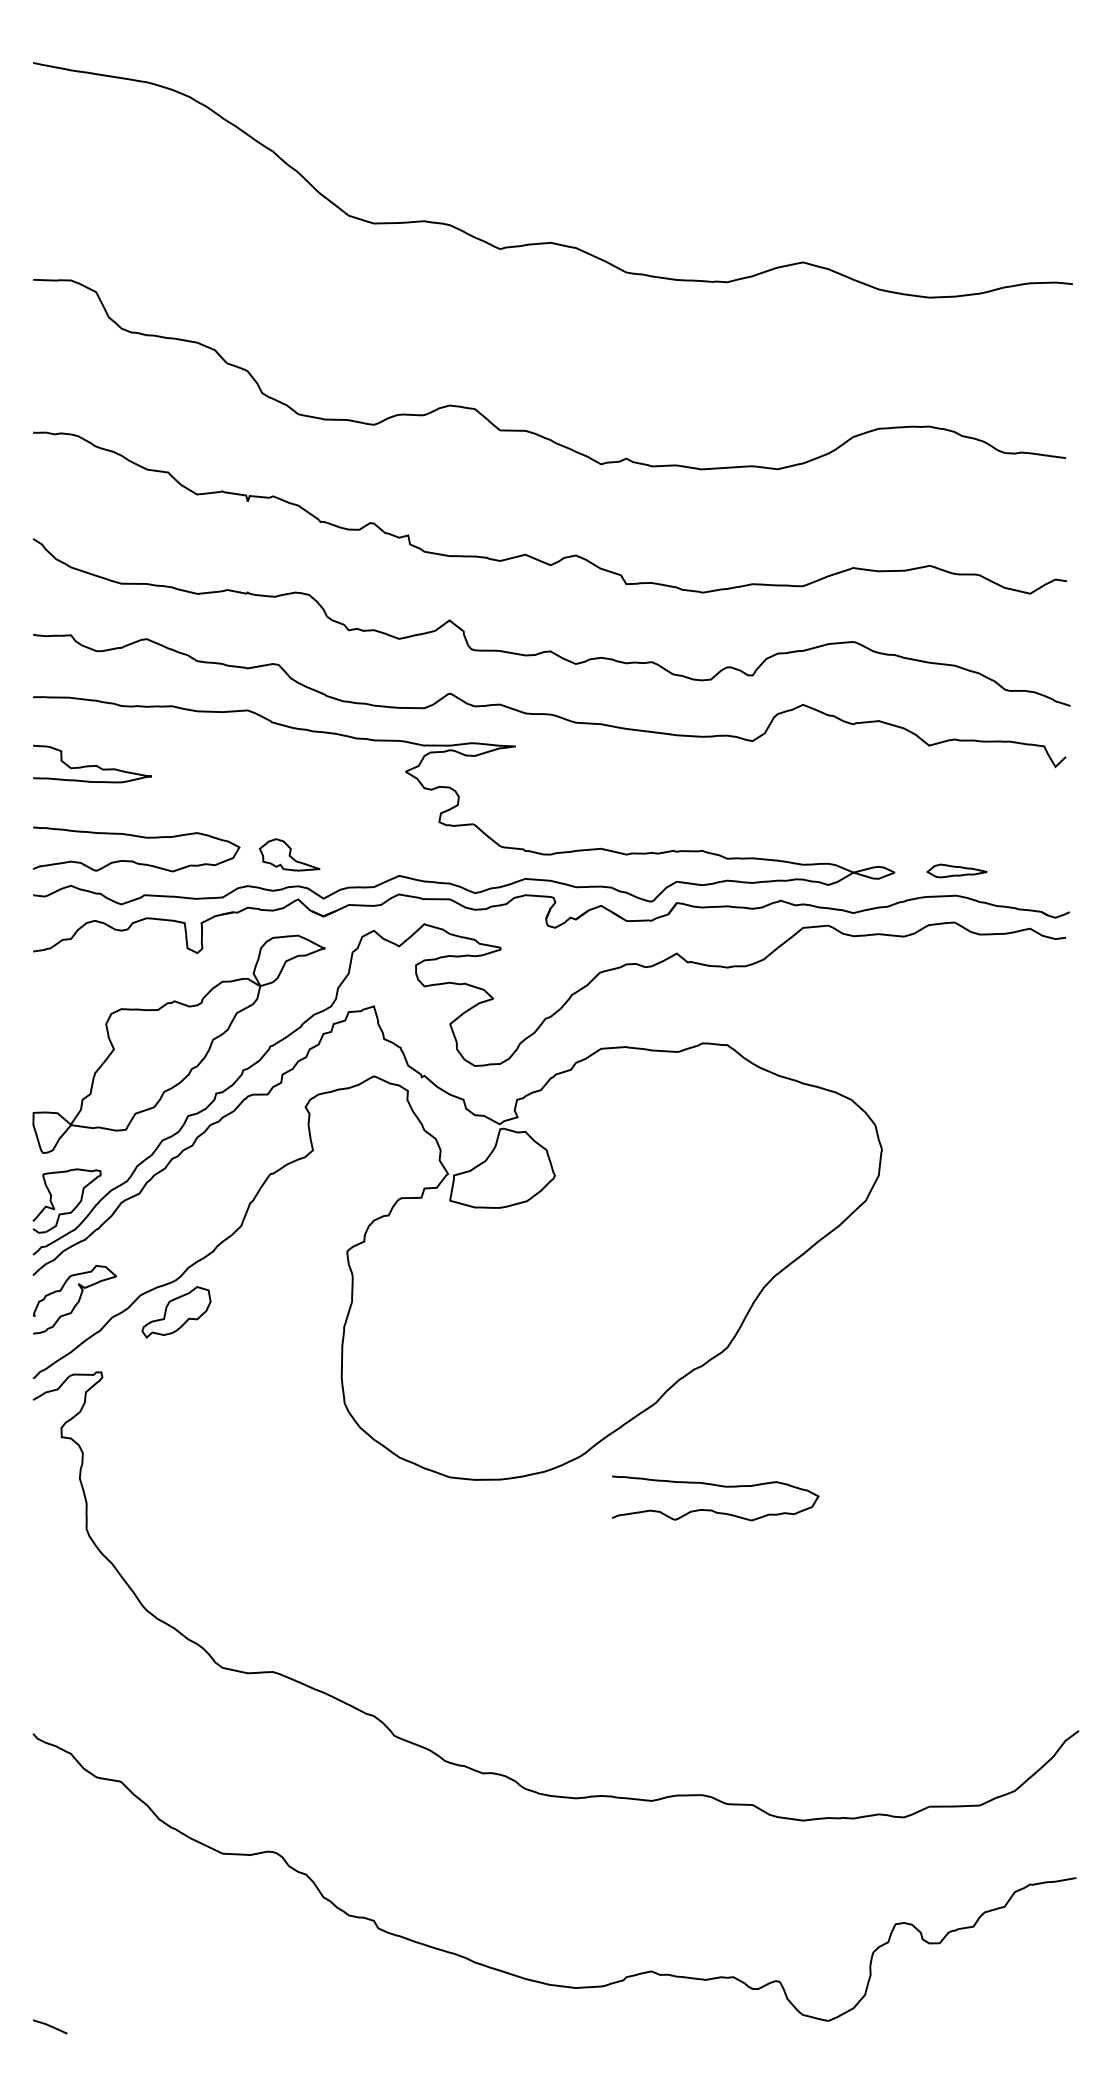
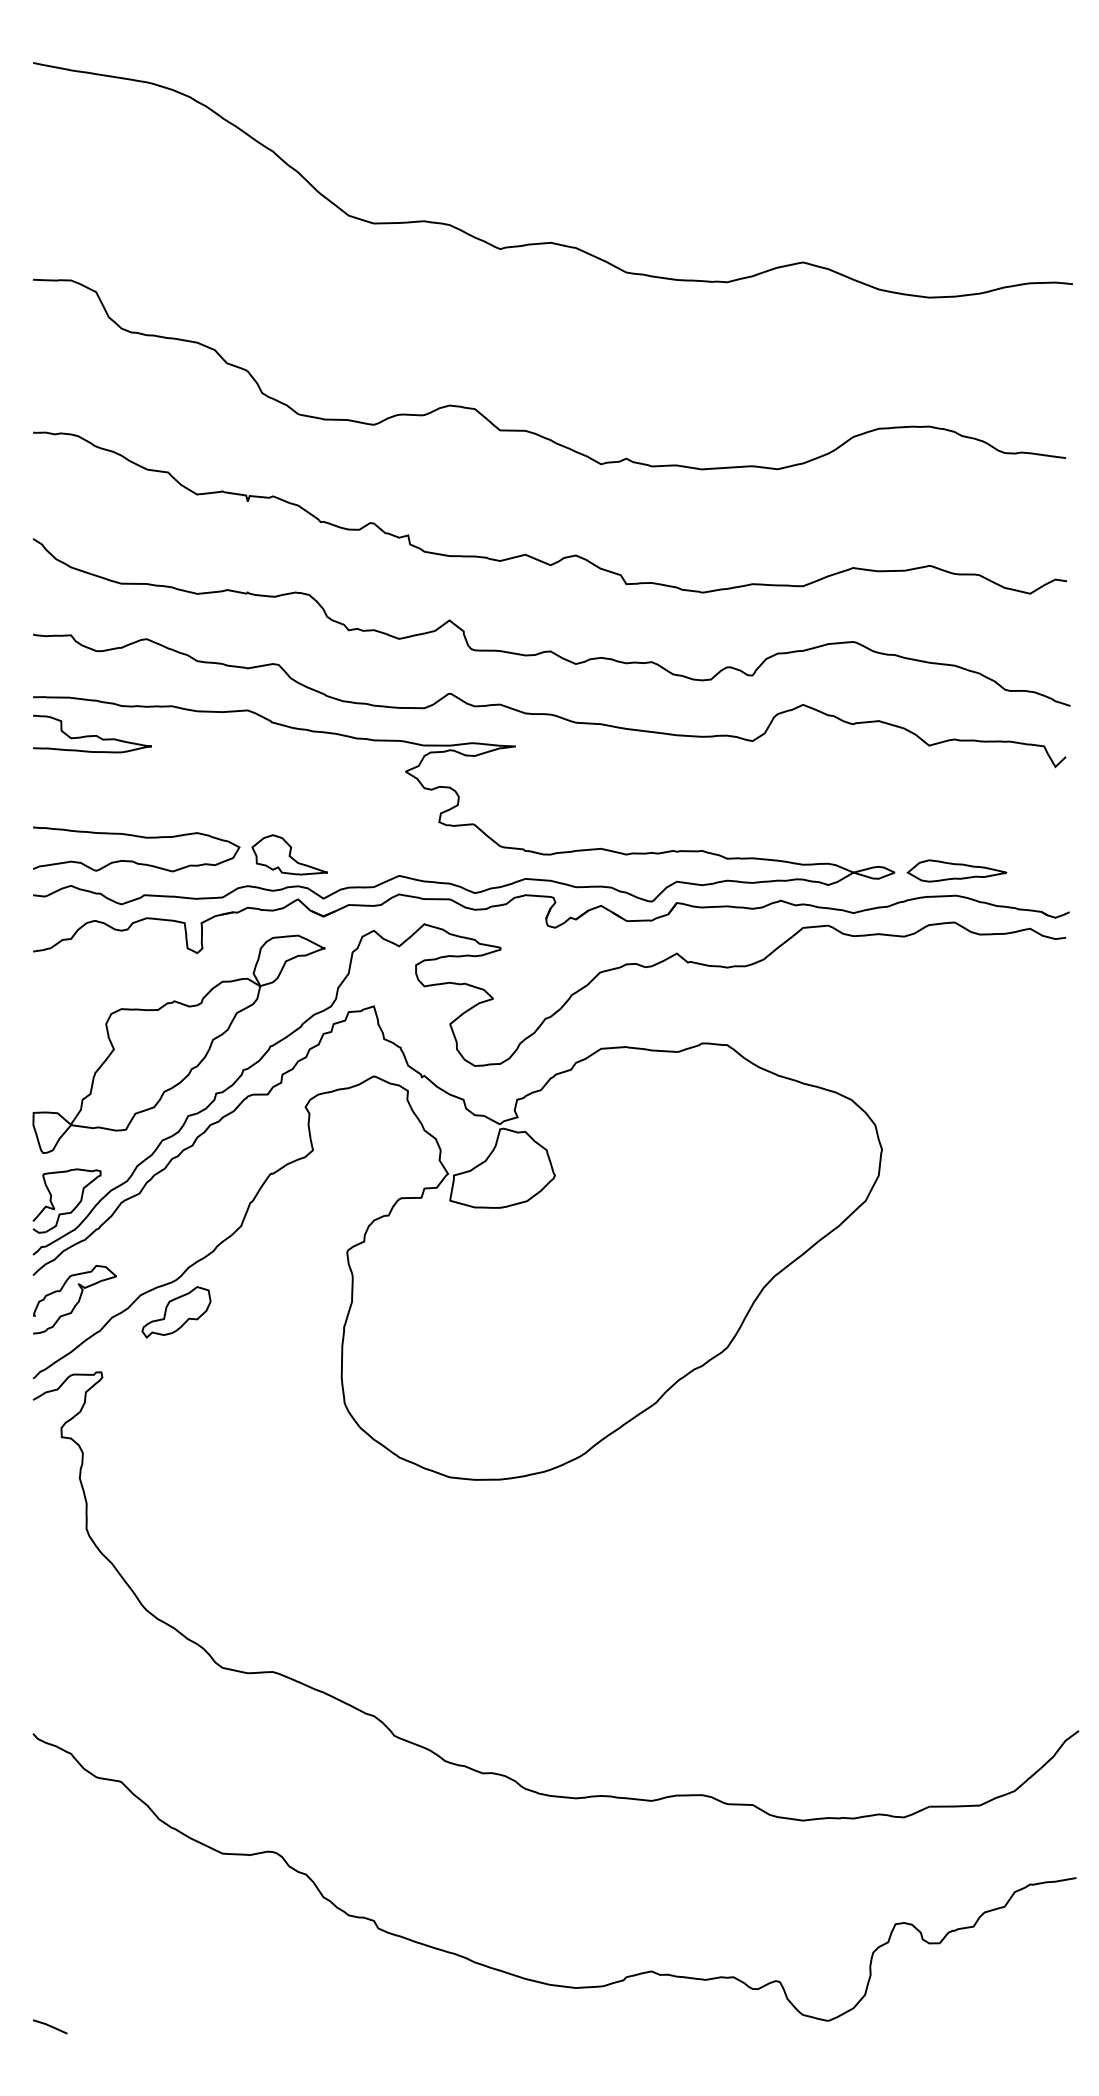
curve at (92, 765) position: (92, 765) -> (92, 735)
part at (289, 854) size: 63x34 px -> 77x42 px
part at (956, 870) size: 62x16 px -> 102x24 px
curve at (712, 1509): present -> none
